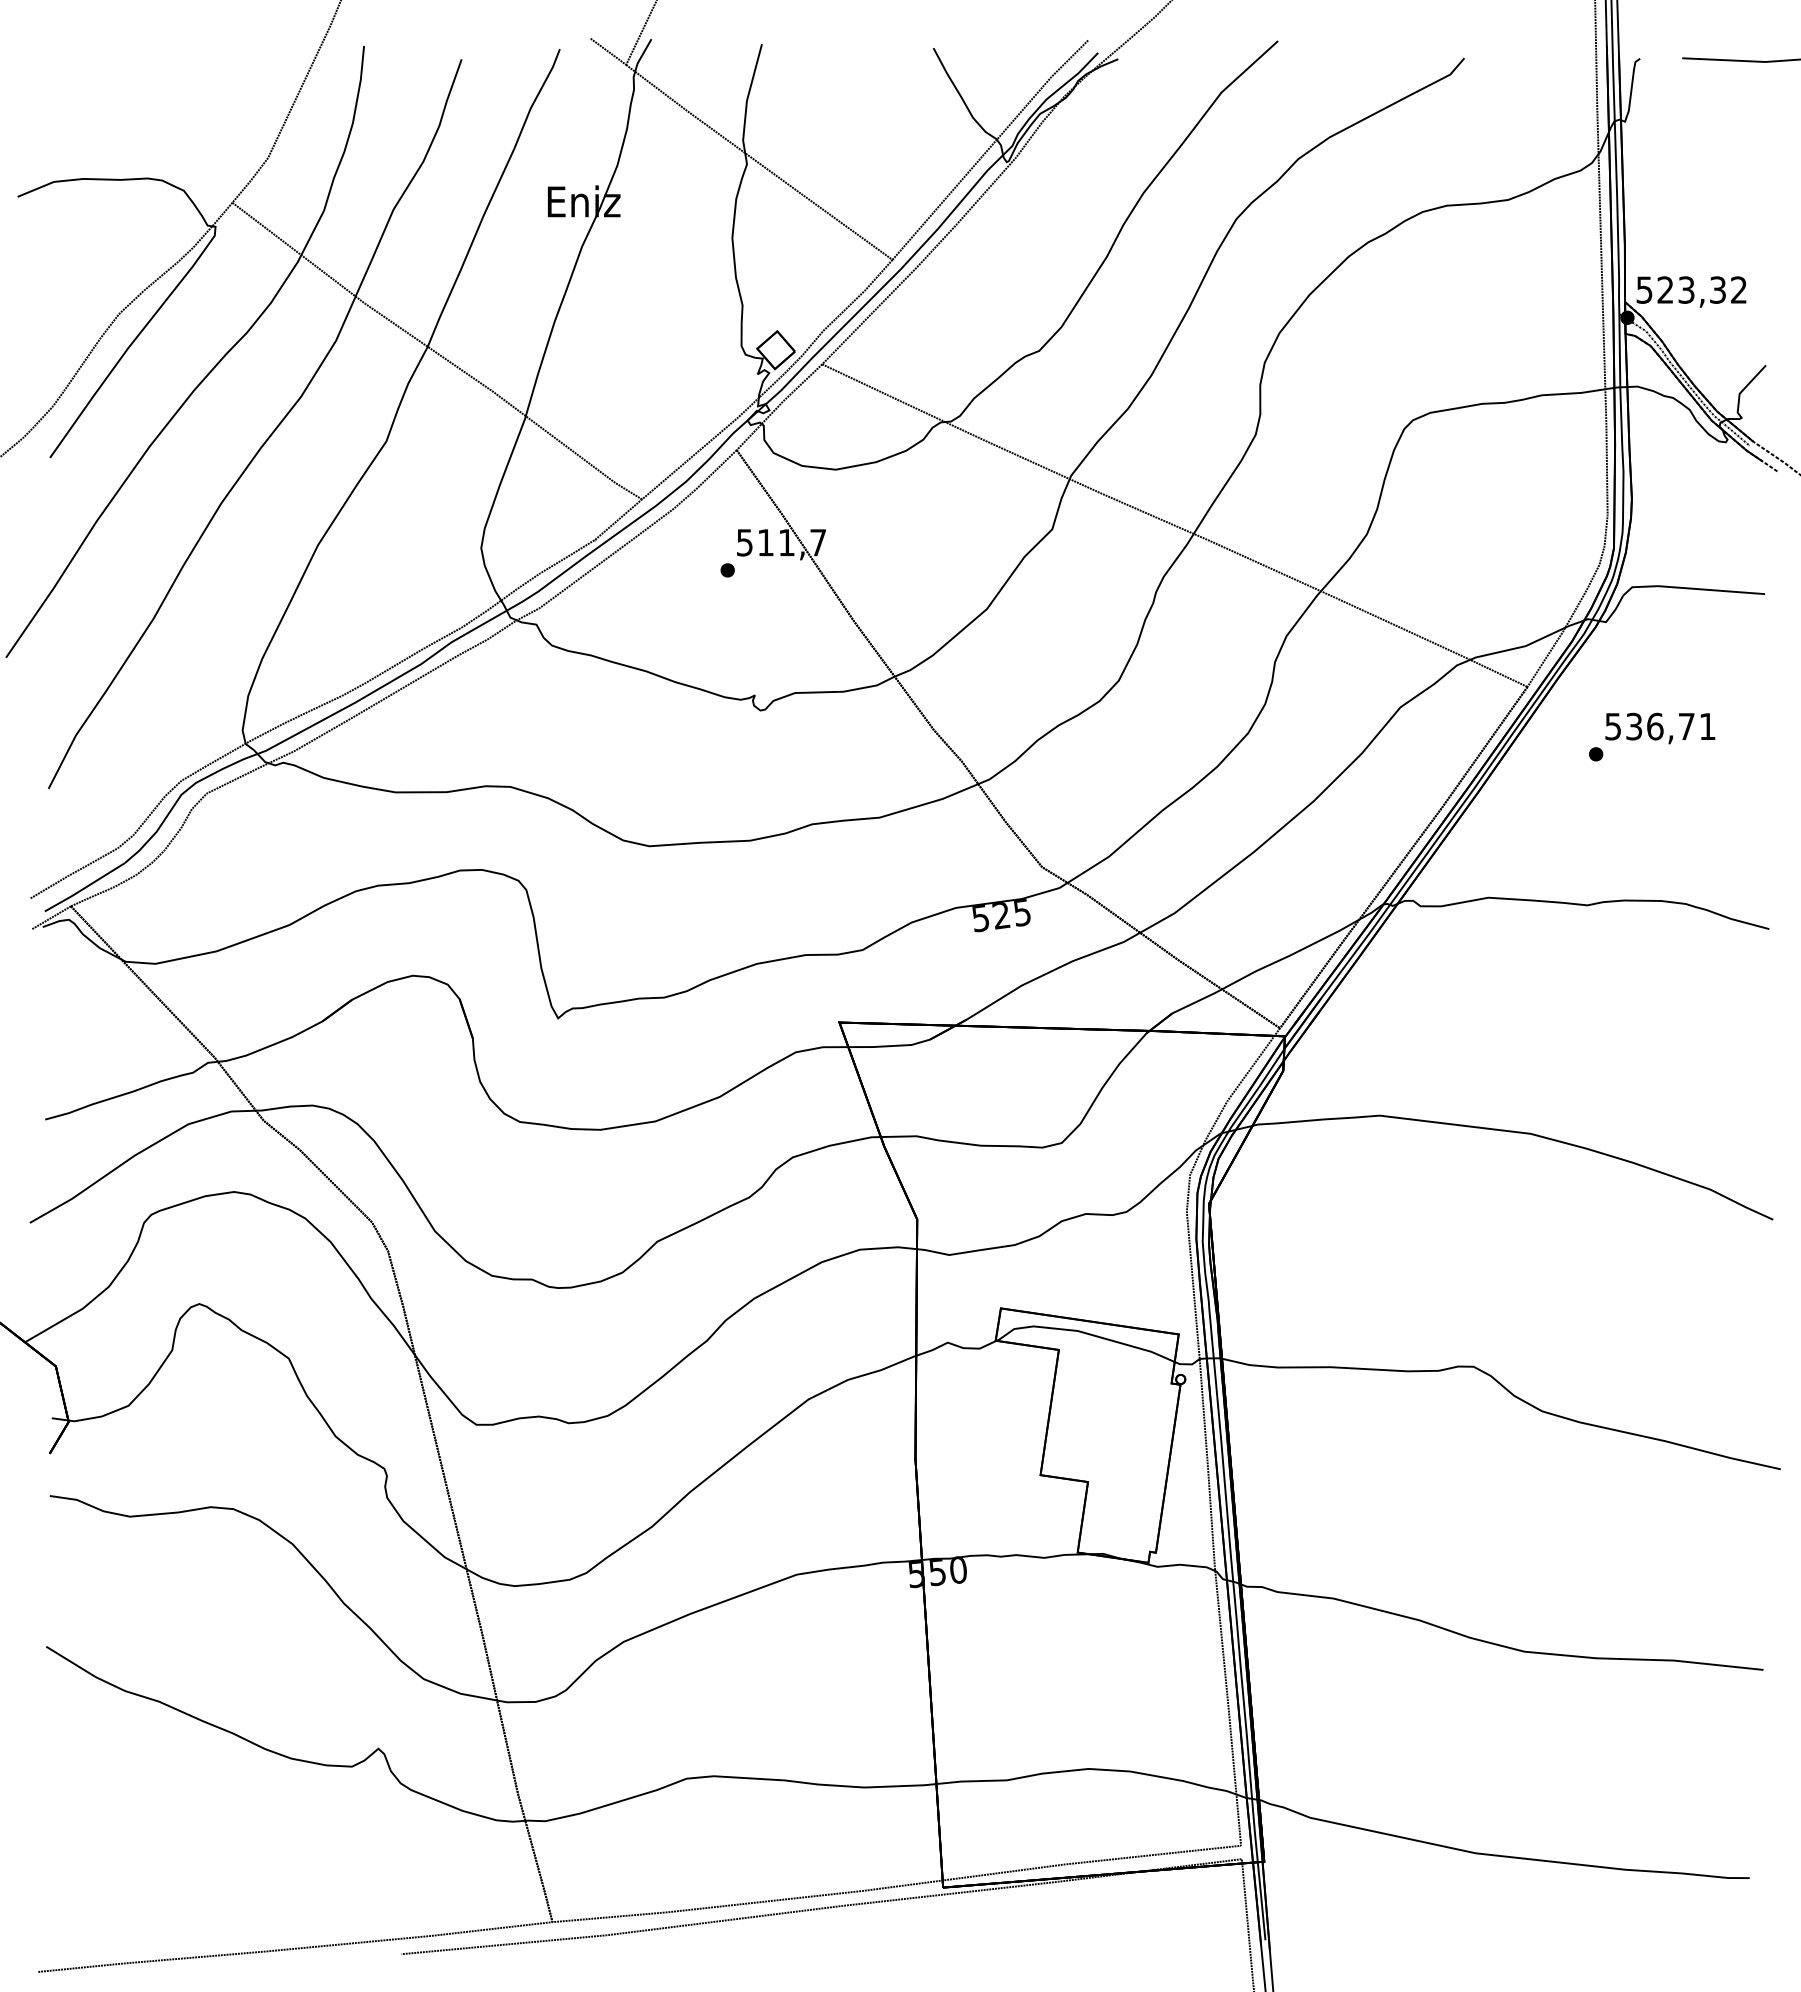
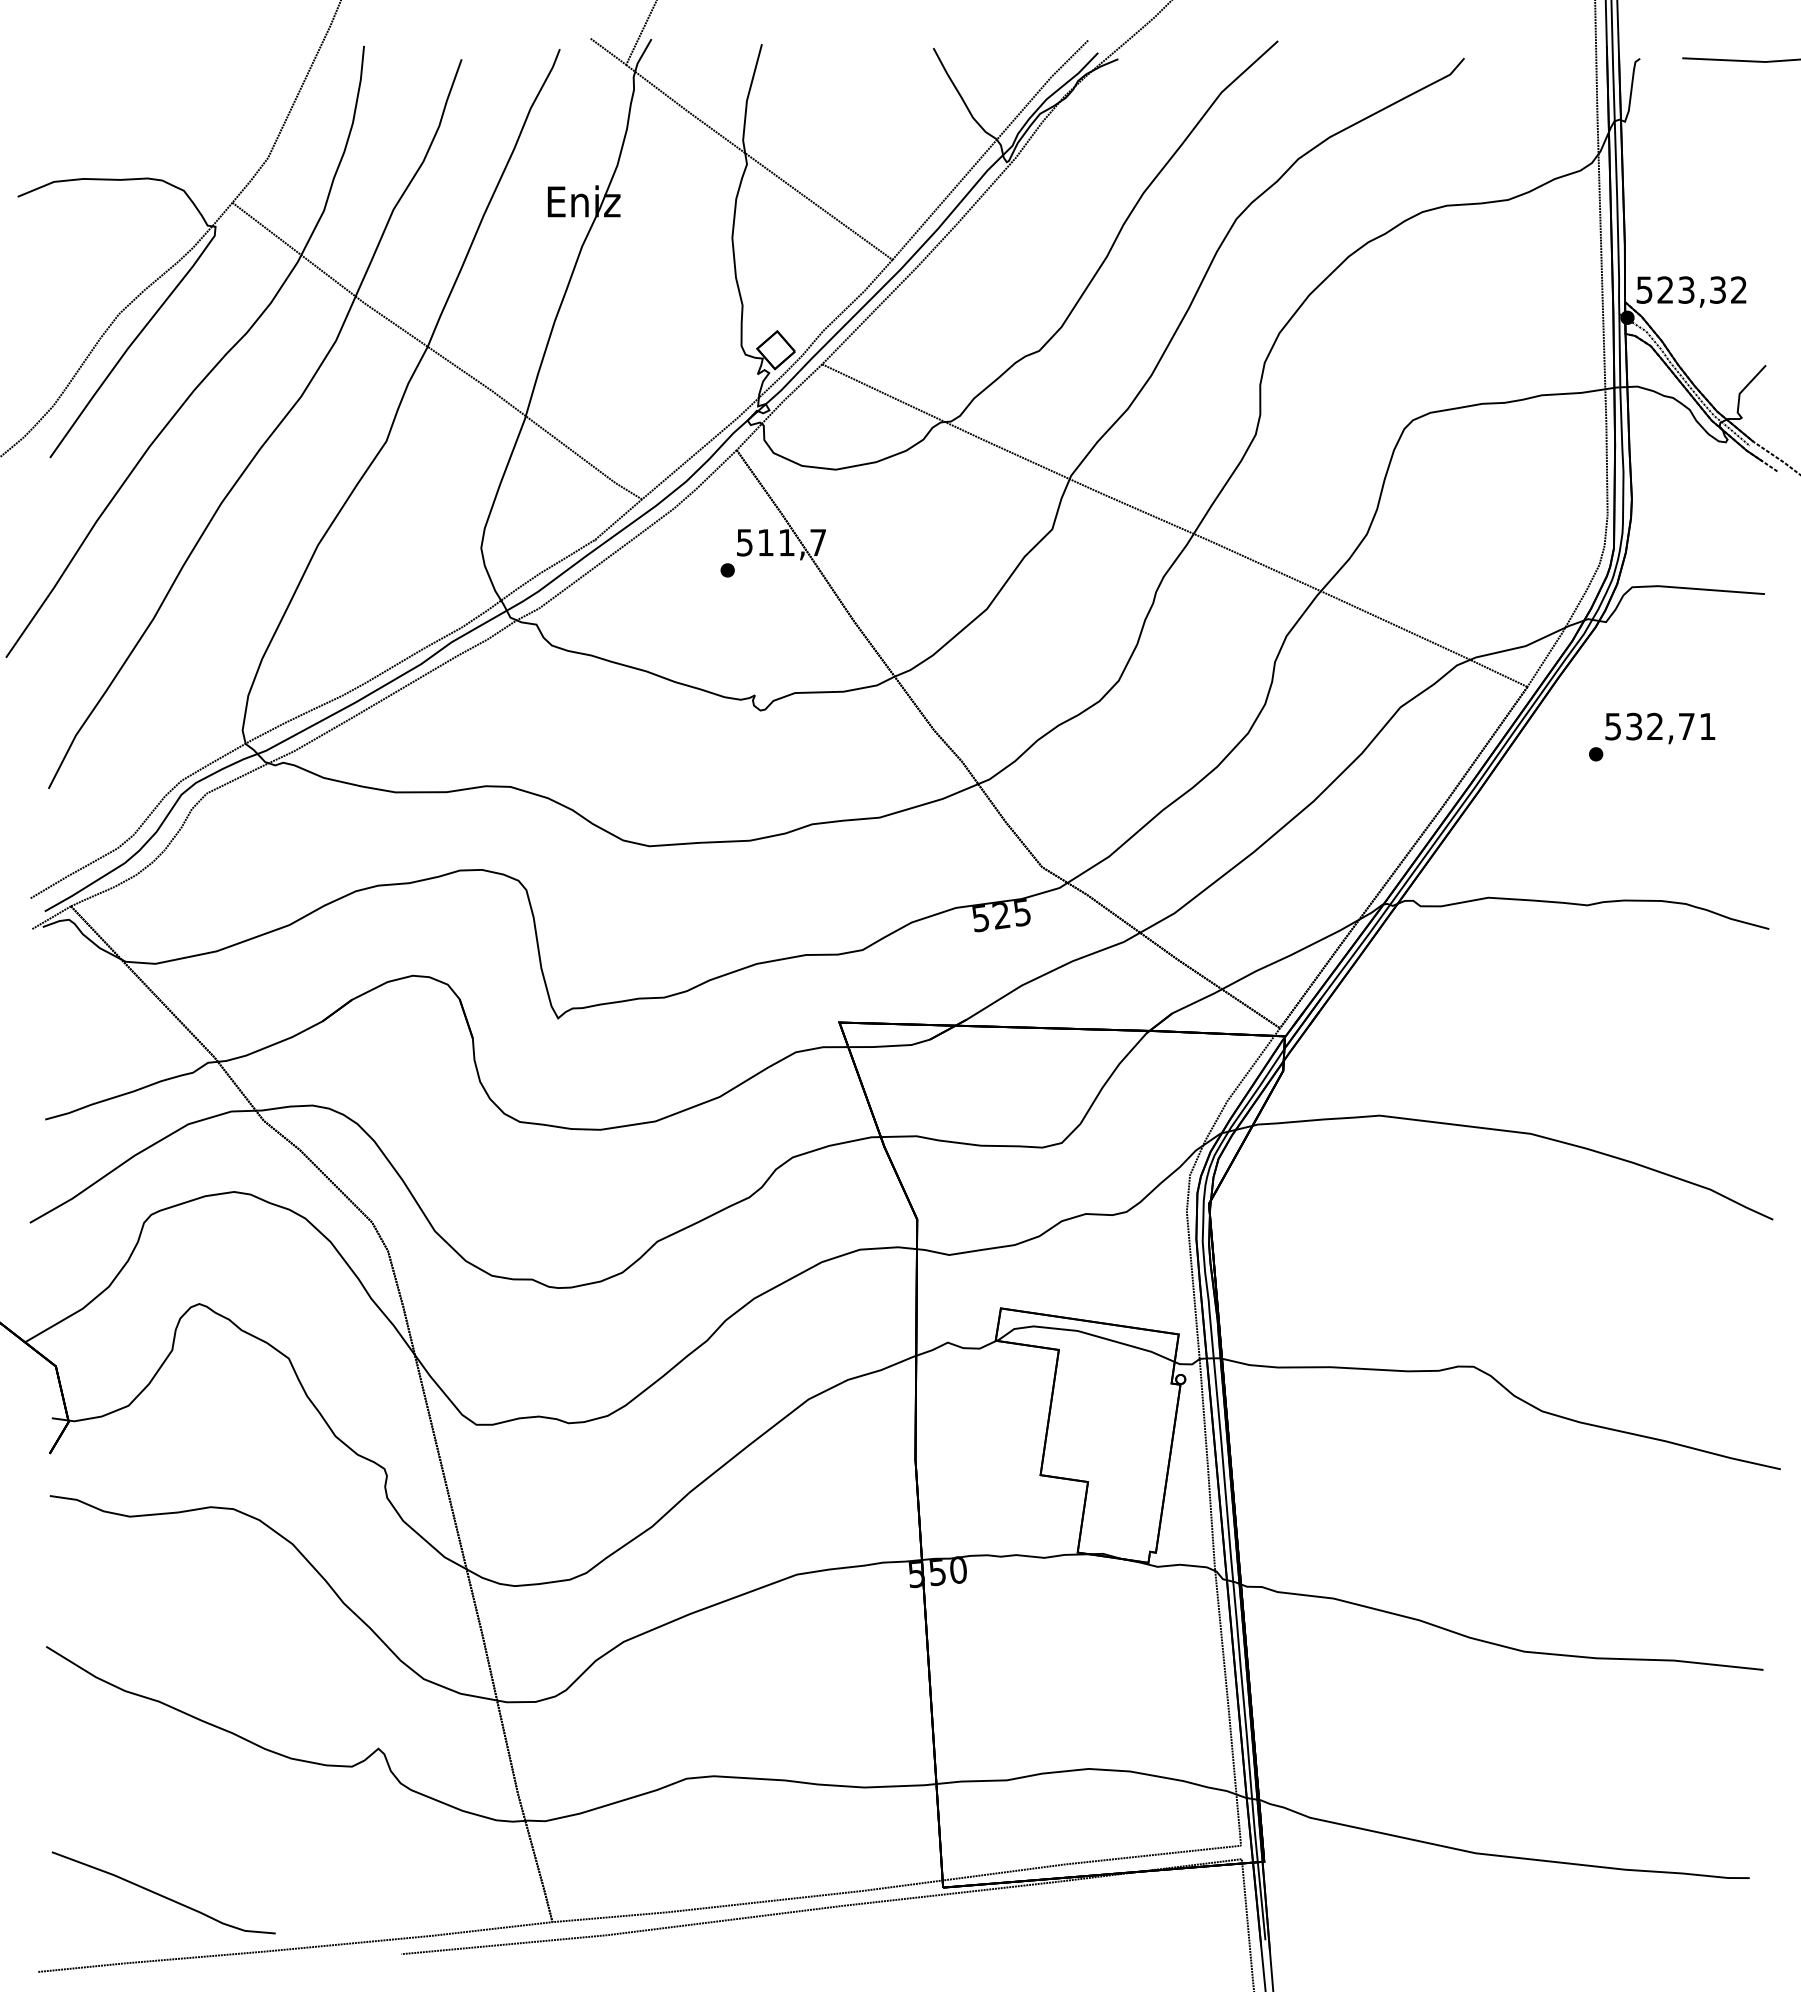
text at (1655, 726): 536,71 -> 532,71
curve at (161, 1894): none -> present
